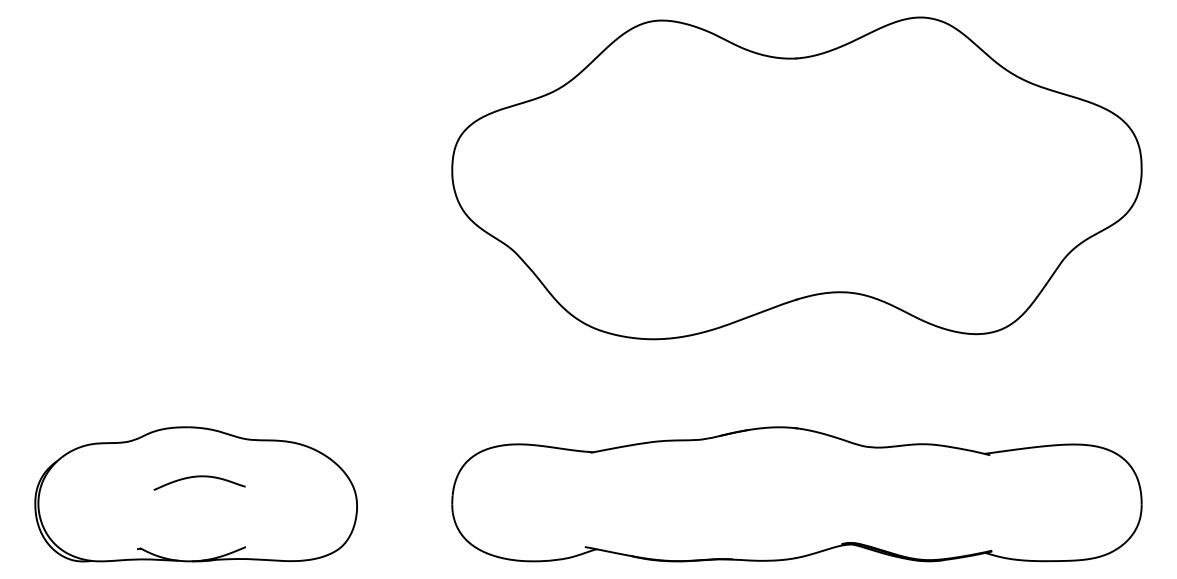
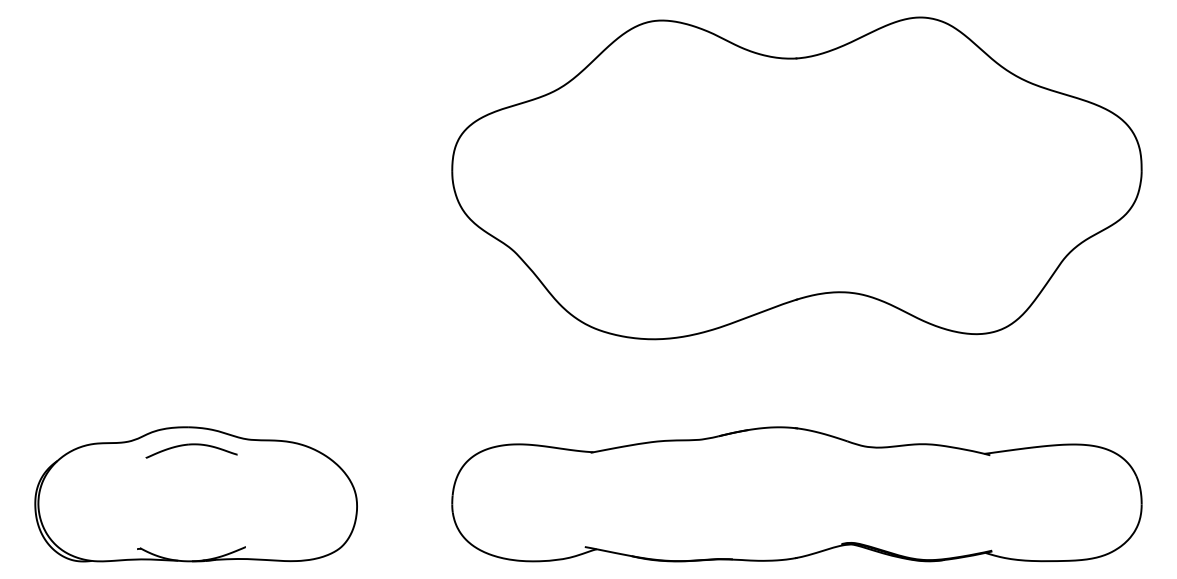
part at (199, 482) position: (199, 482) -> (191, 450)
